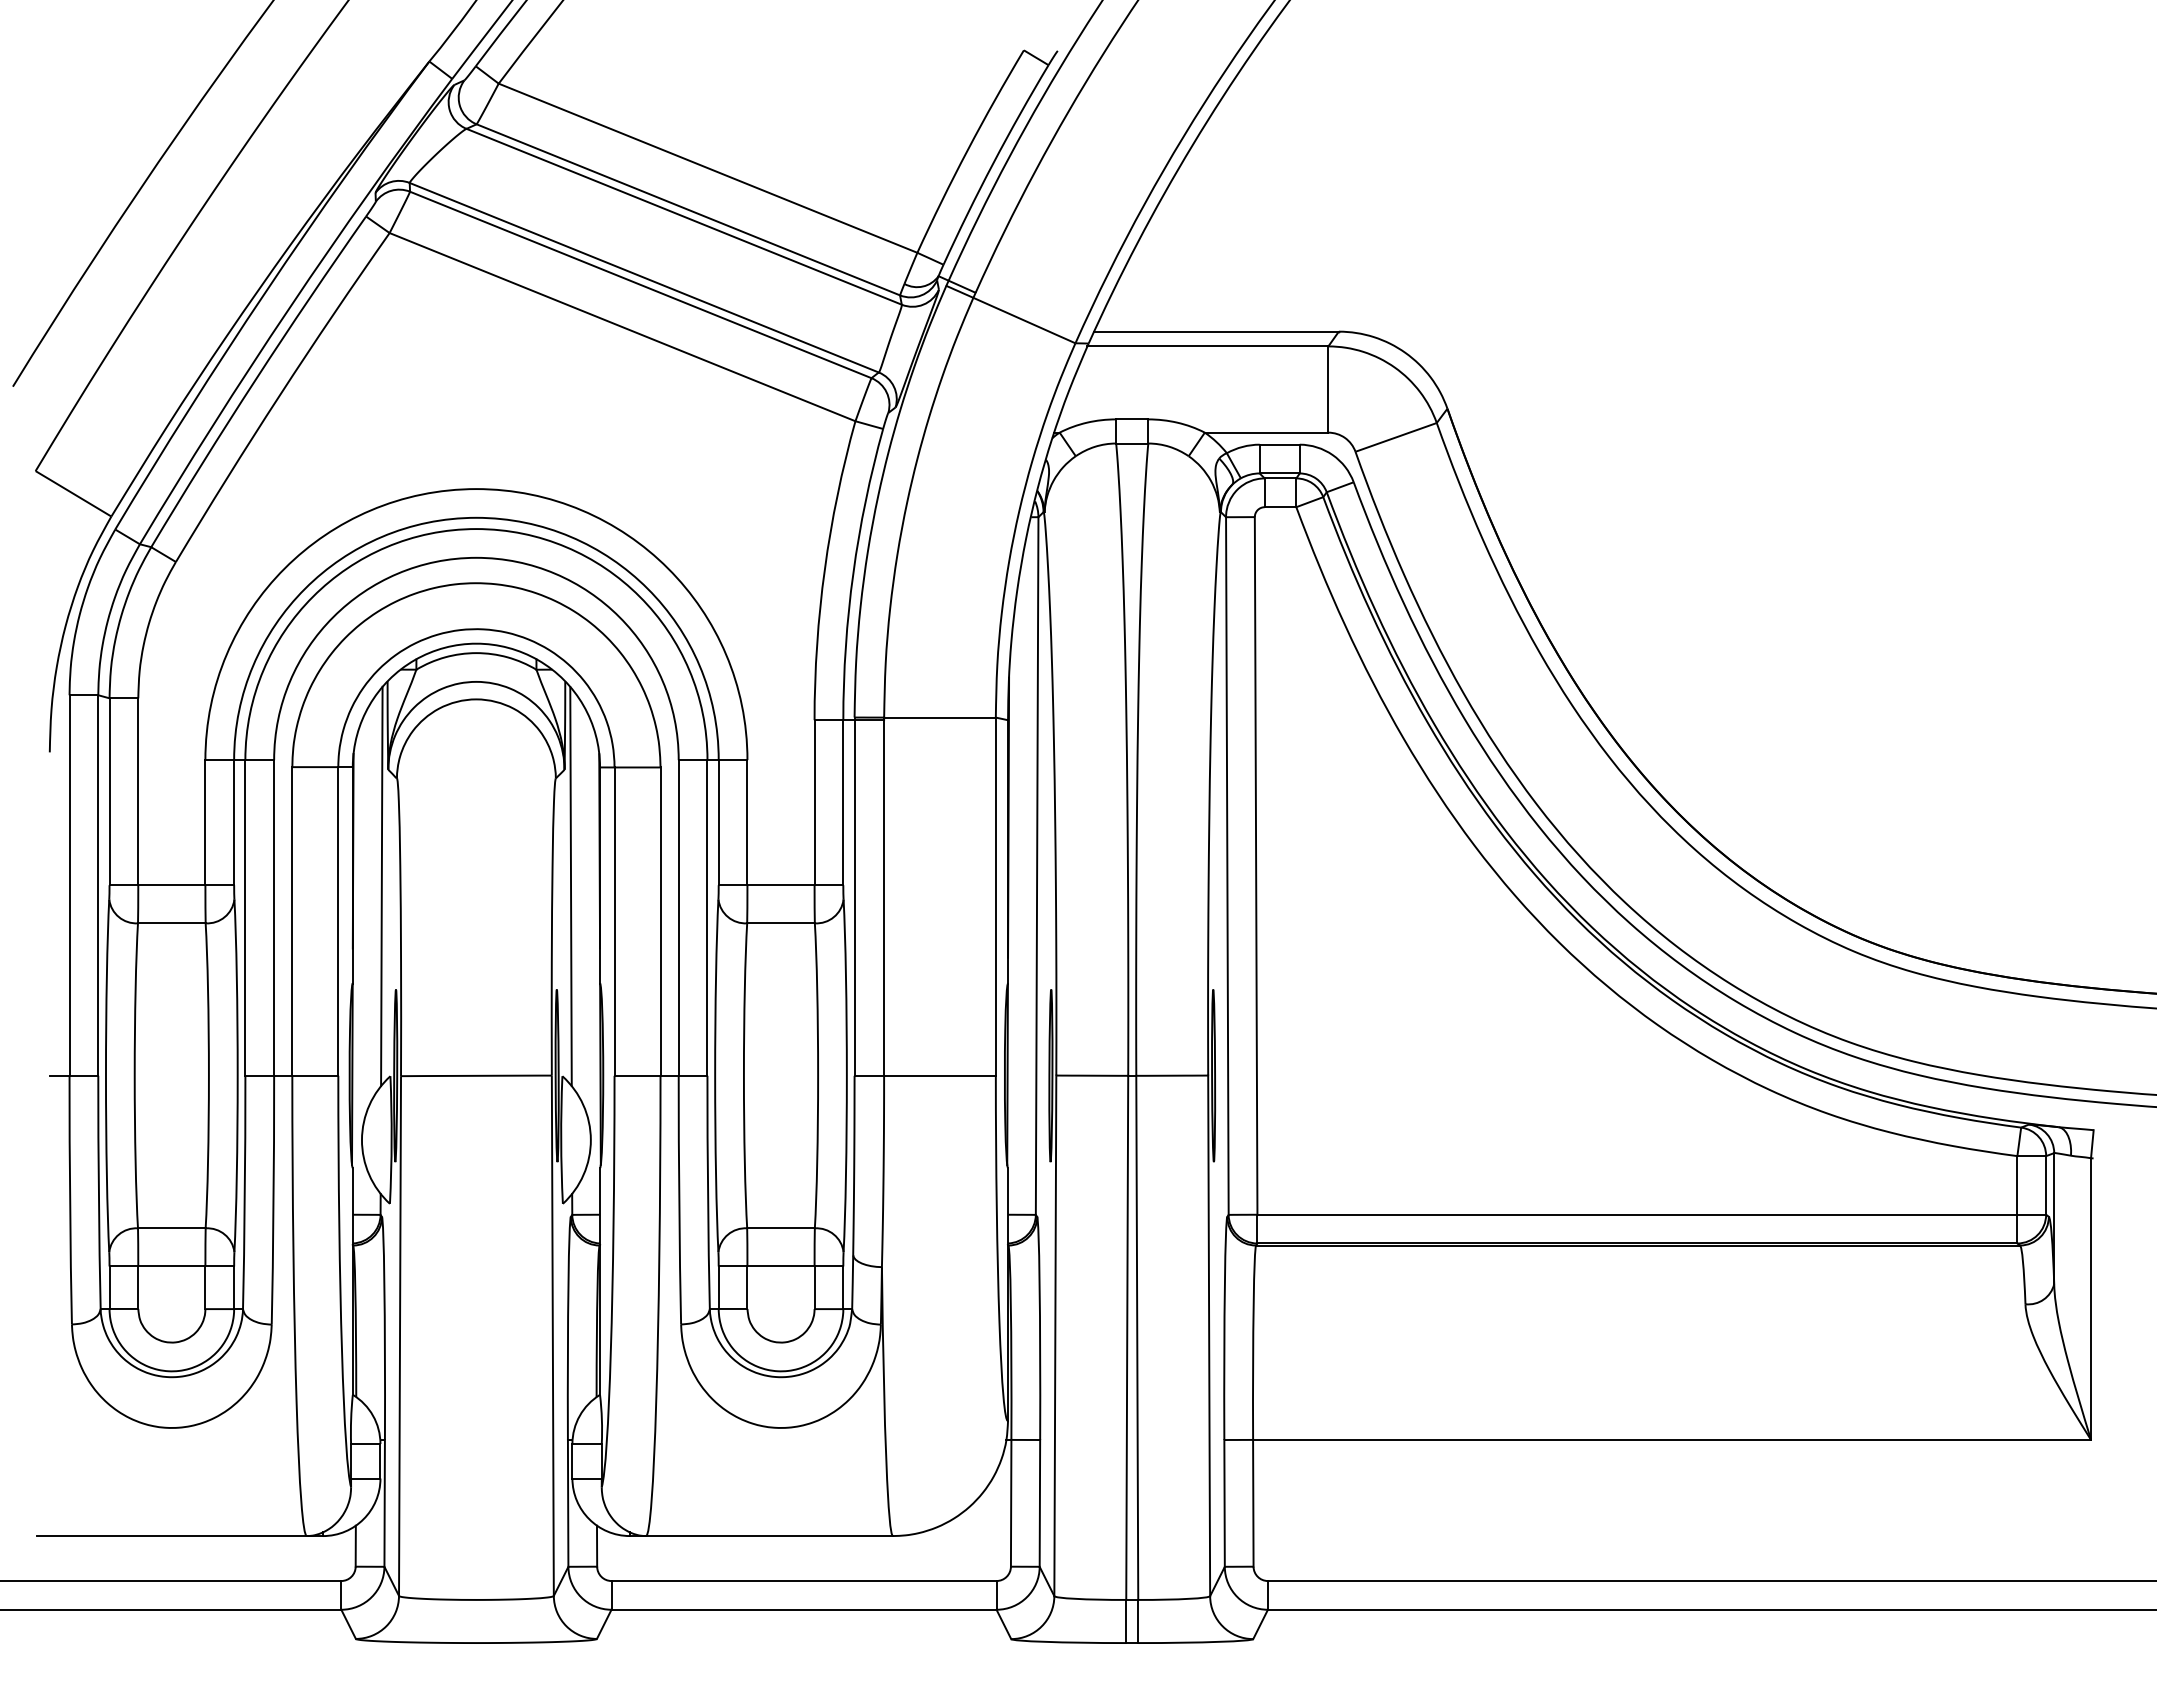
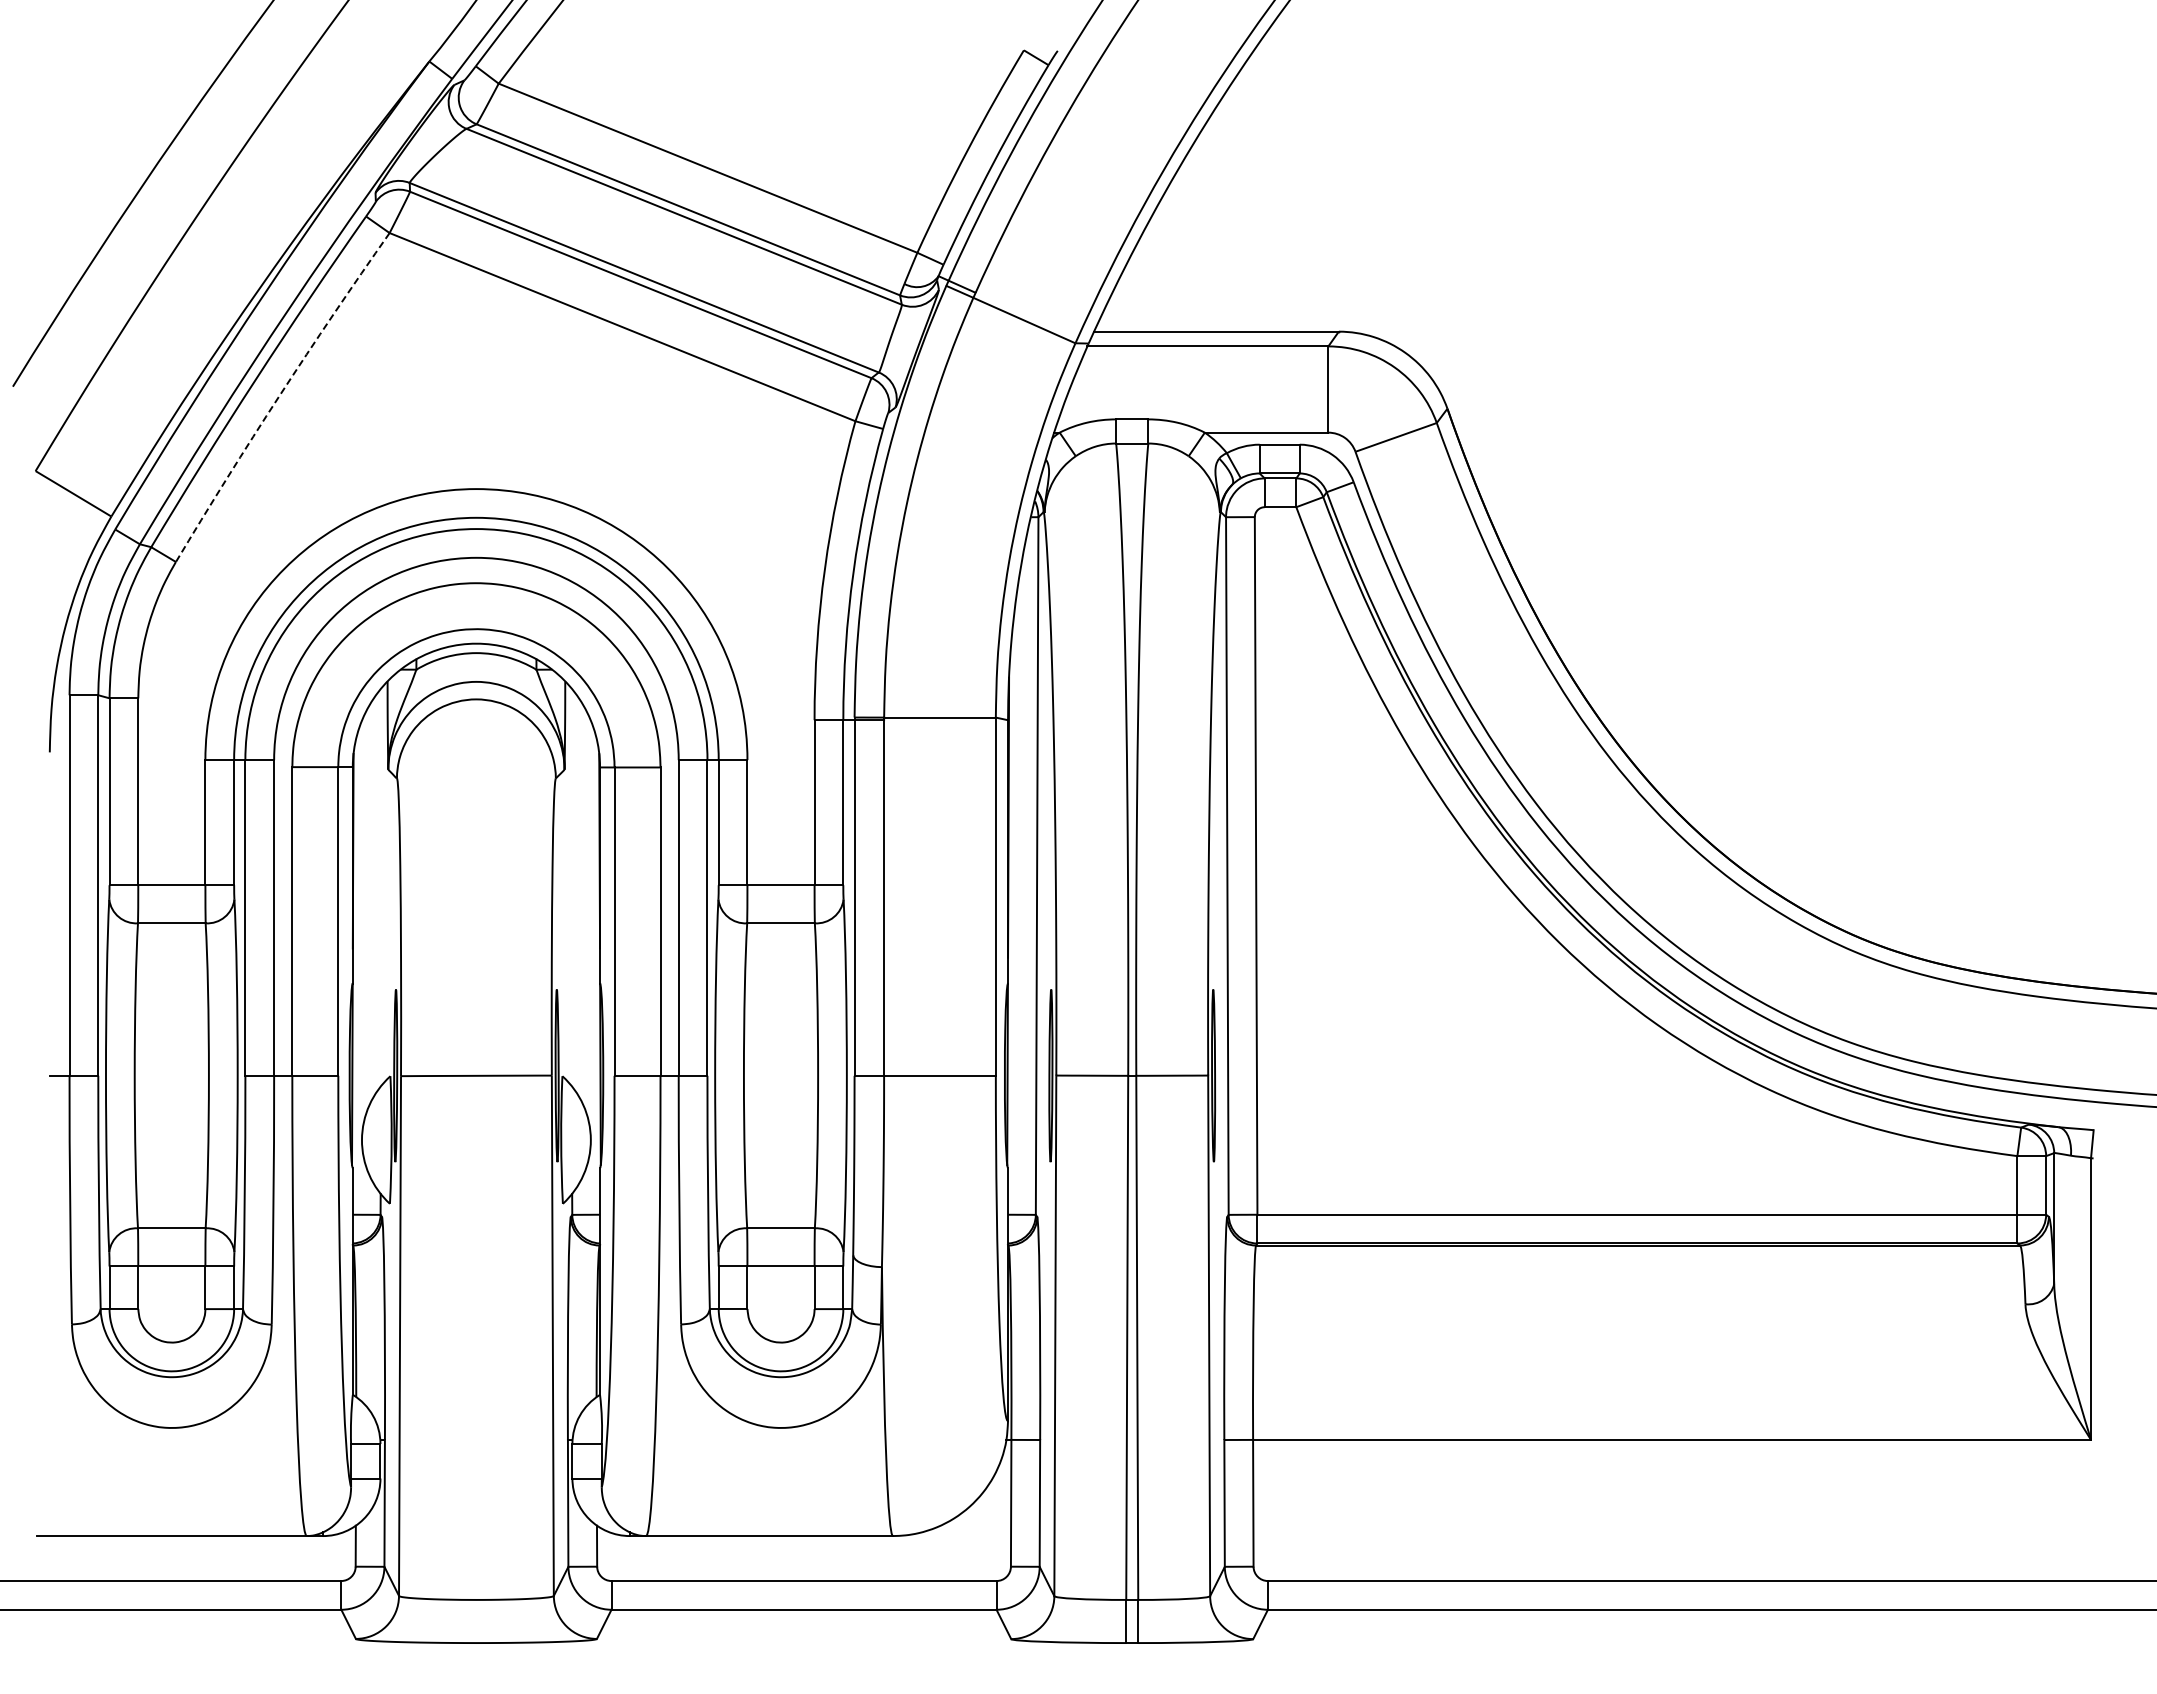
arc at (279, 395): solid -> dashed
line at (381, 886): present -> none
line at (570, 886): present -> none
